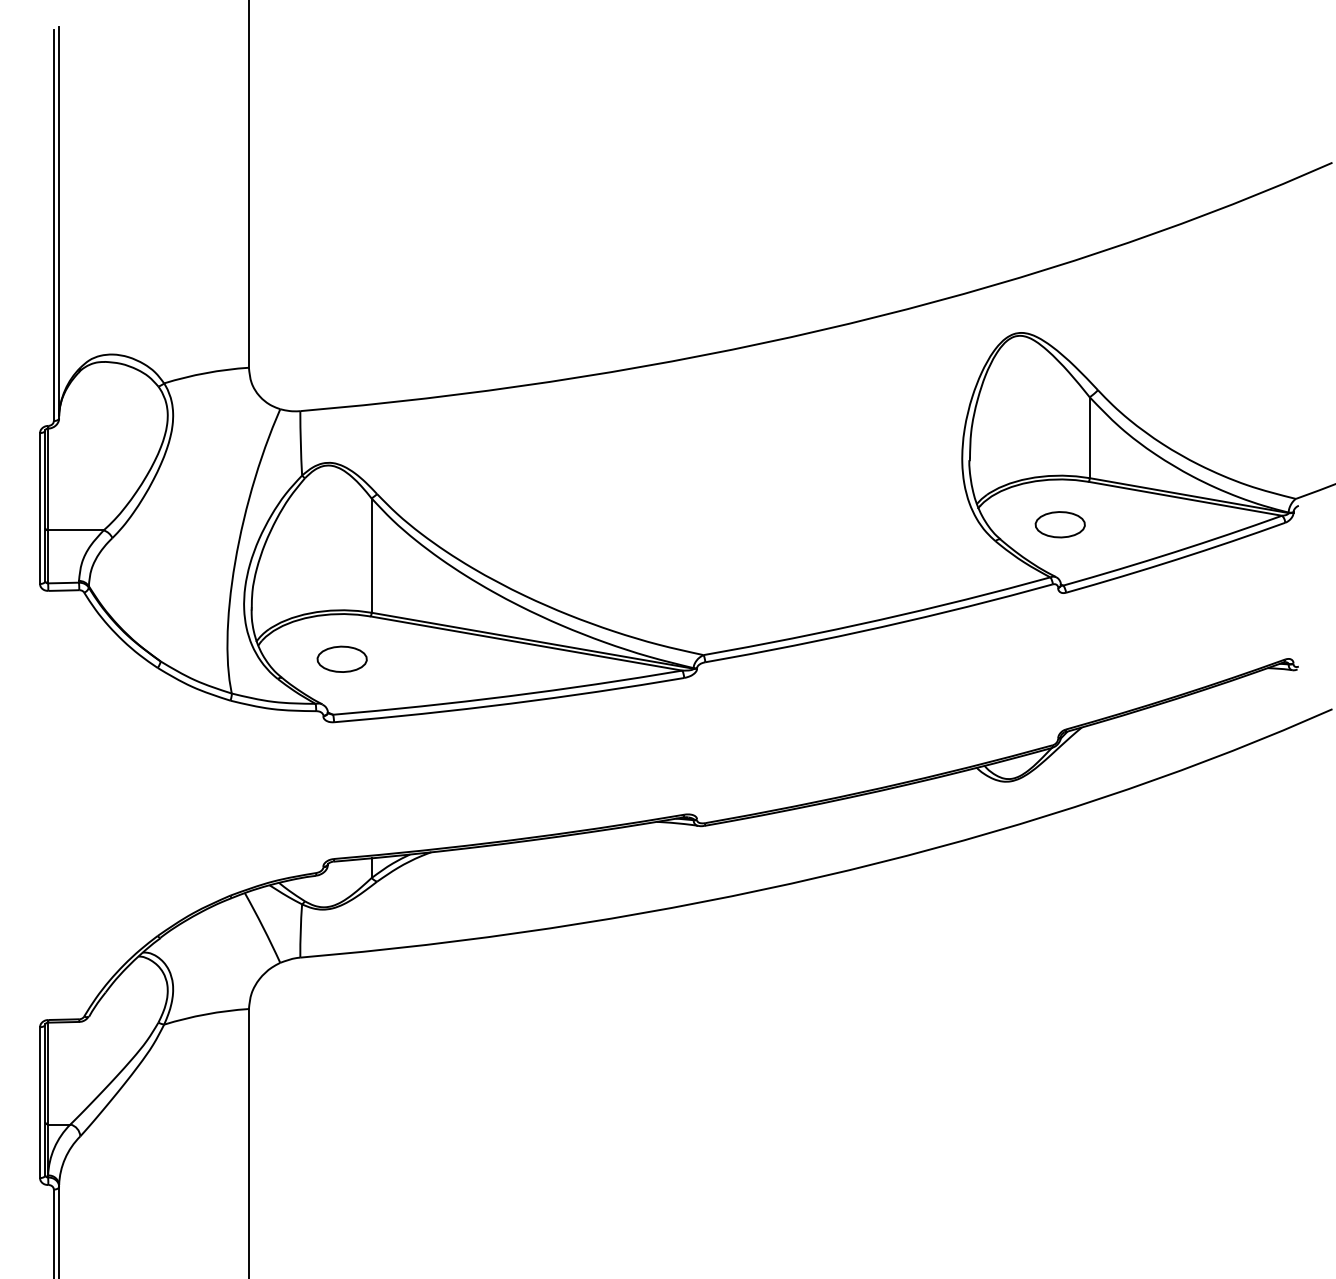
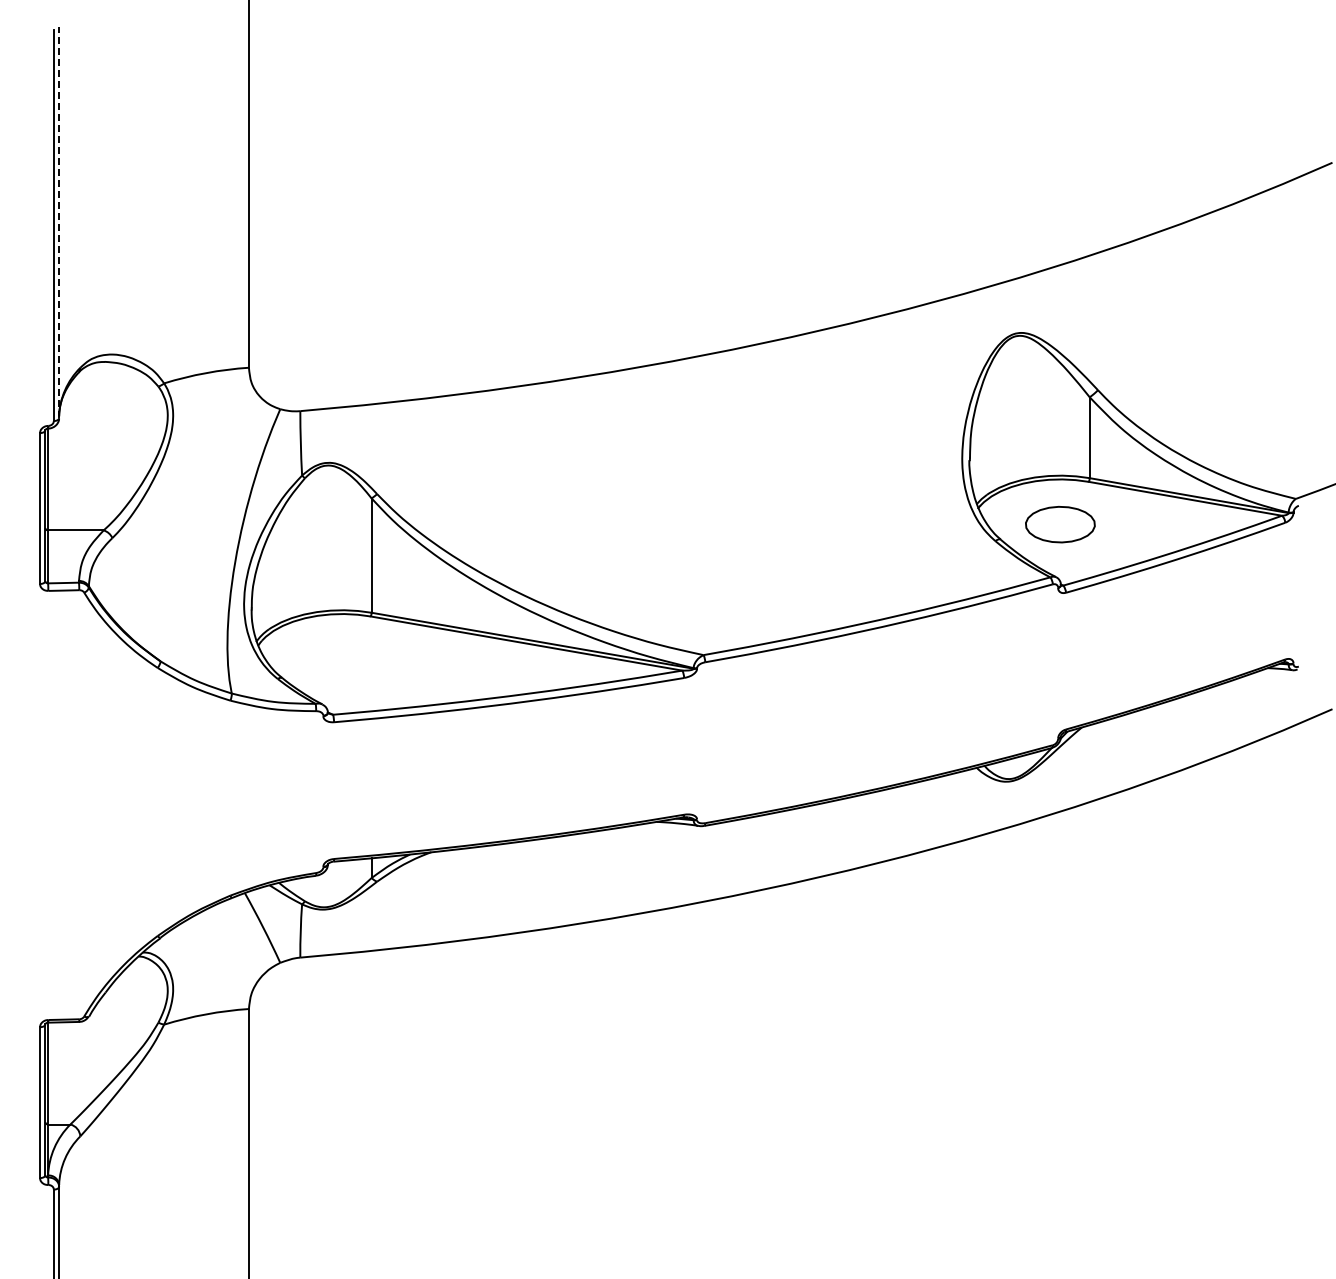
line at (59, 222): solid -> dashed
part at (1059, 524) size: 52x28 px -> 71x38 px
part at (341, 658): present -> none
